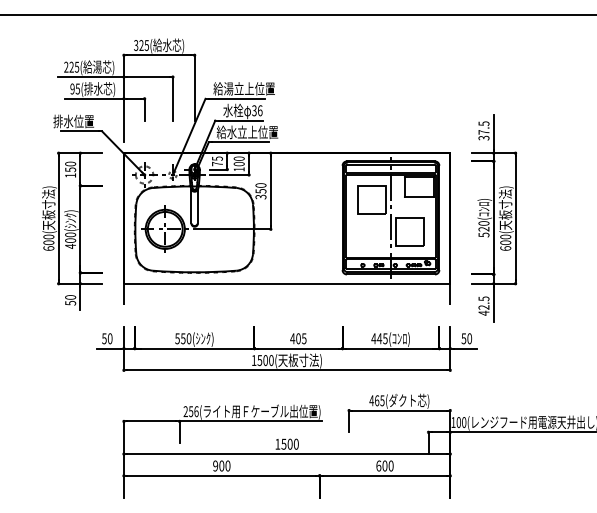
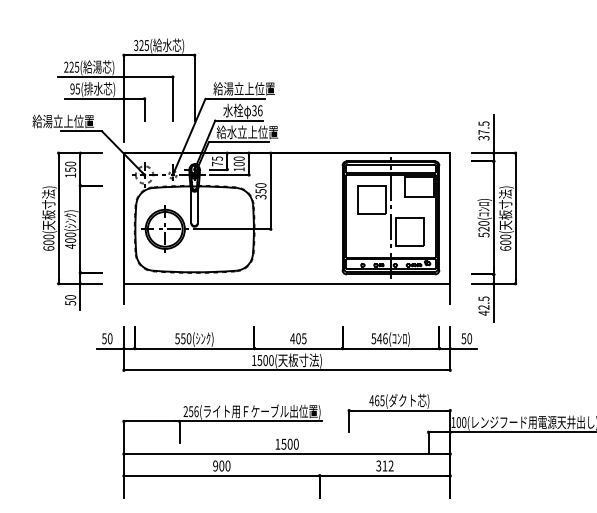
line at (297, 15): present -> none
text at (52, 121): 排水位置 -> 給湯立上位置
text at (379, 338): 445( -> 546(
text at (384, 465): 600 -> 312
